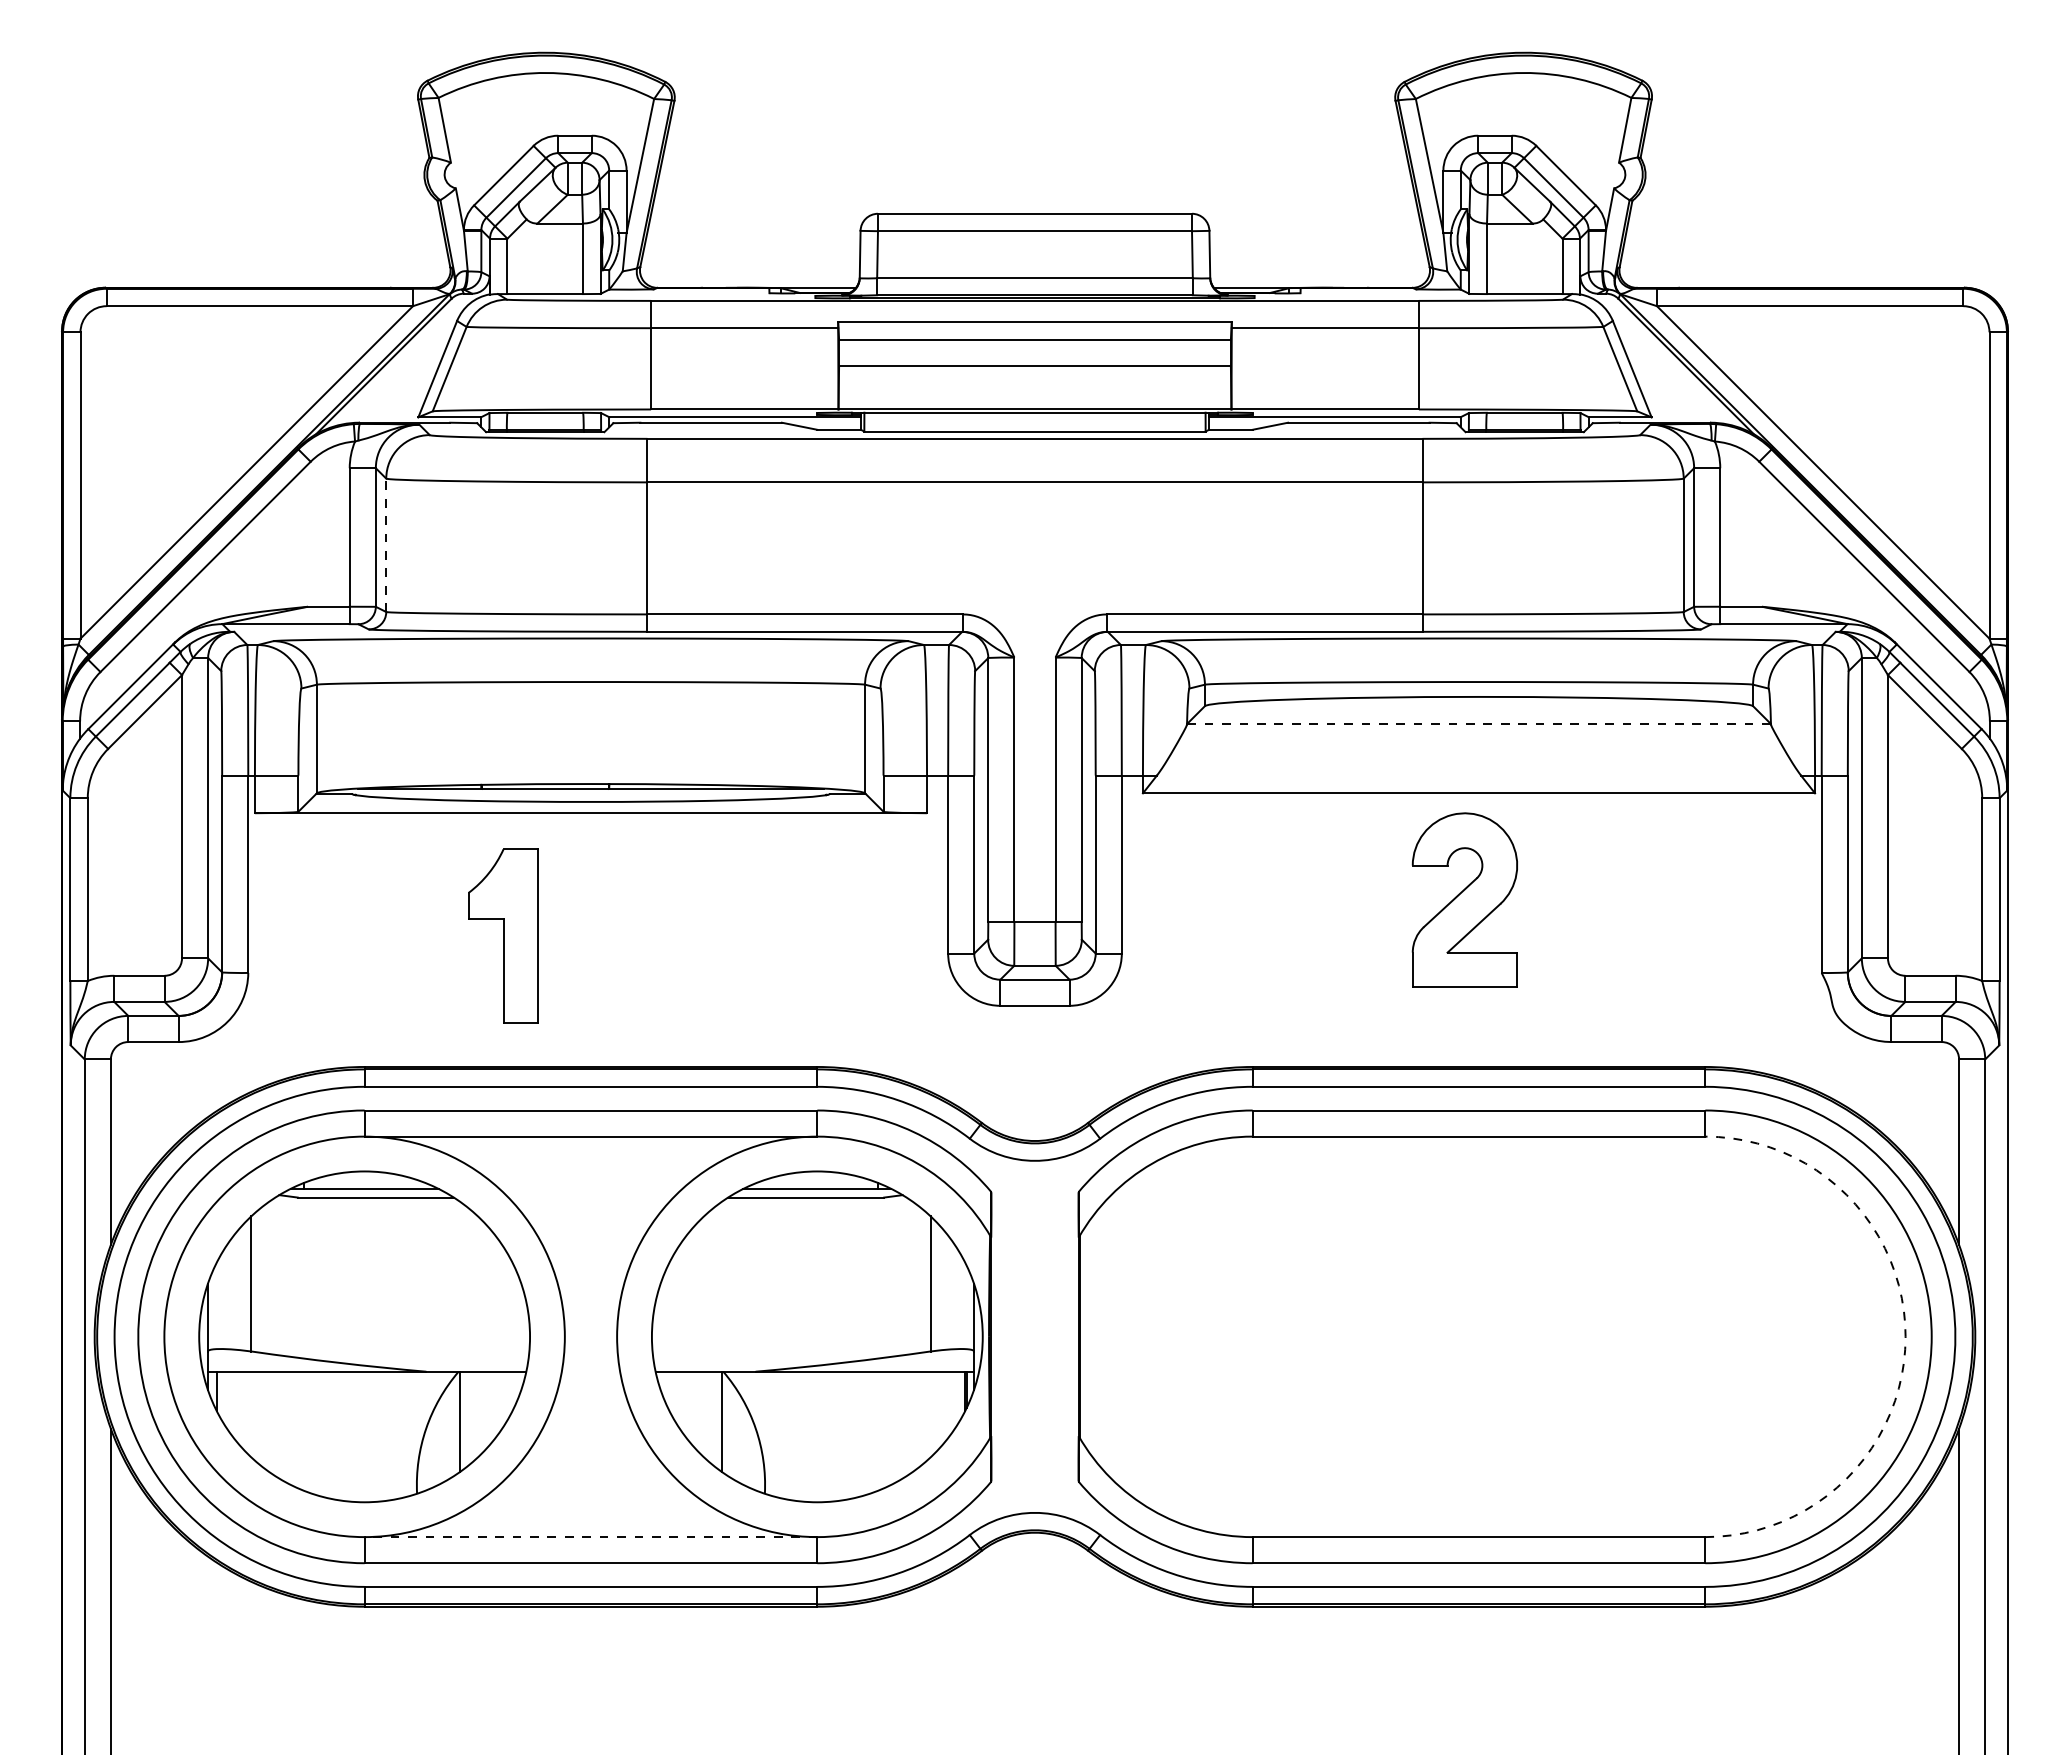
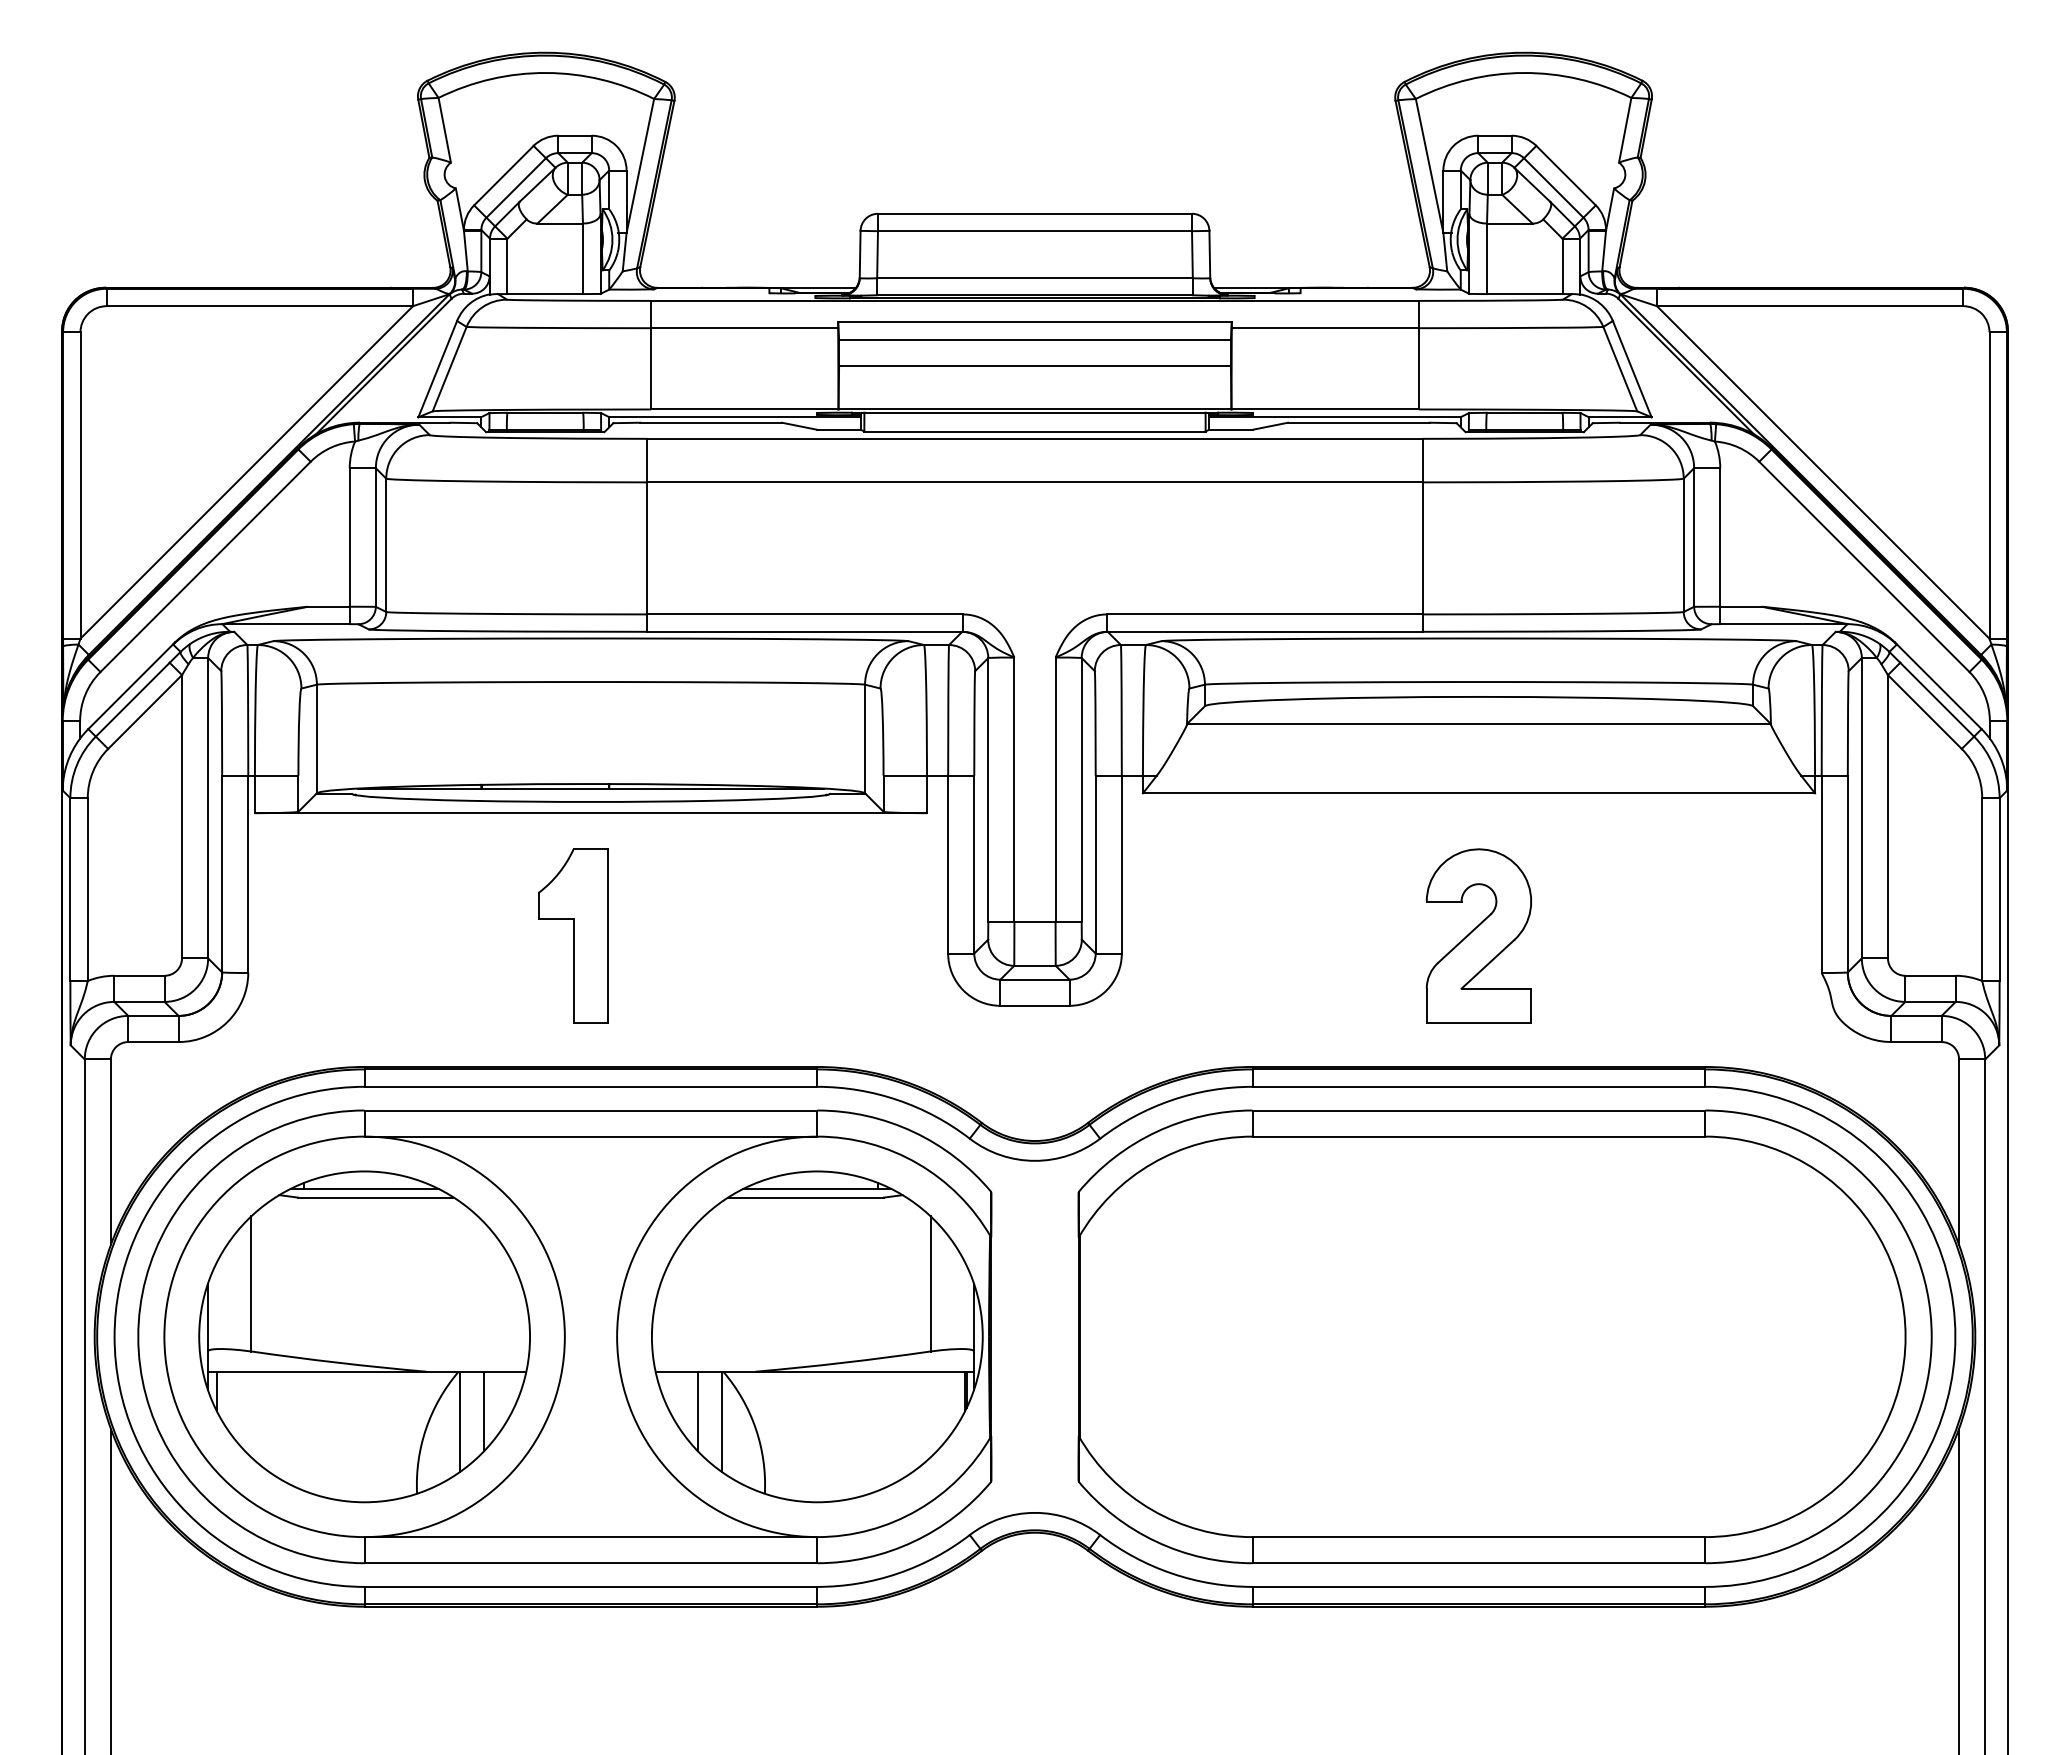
line at (386, 545): dashed -> solid
line at (1479, 723): dashed -> solid
part at (1464, 899) position: (1464, 899) -> (1478, 935)
part at (503, 935) position: (503, 935) -> (573, 935)
arc at (1905, 1336): dashed -> solid
line at (483, 1411): none -> present
line at (698, 1411): none -> present
line at (590, 1537): dashed -> solid
